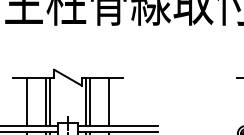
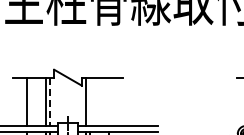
line at (89, 101): present -> none
line at (109, 101): present -> none
line at (50, 102): solid -> dashed
